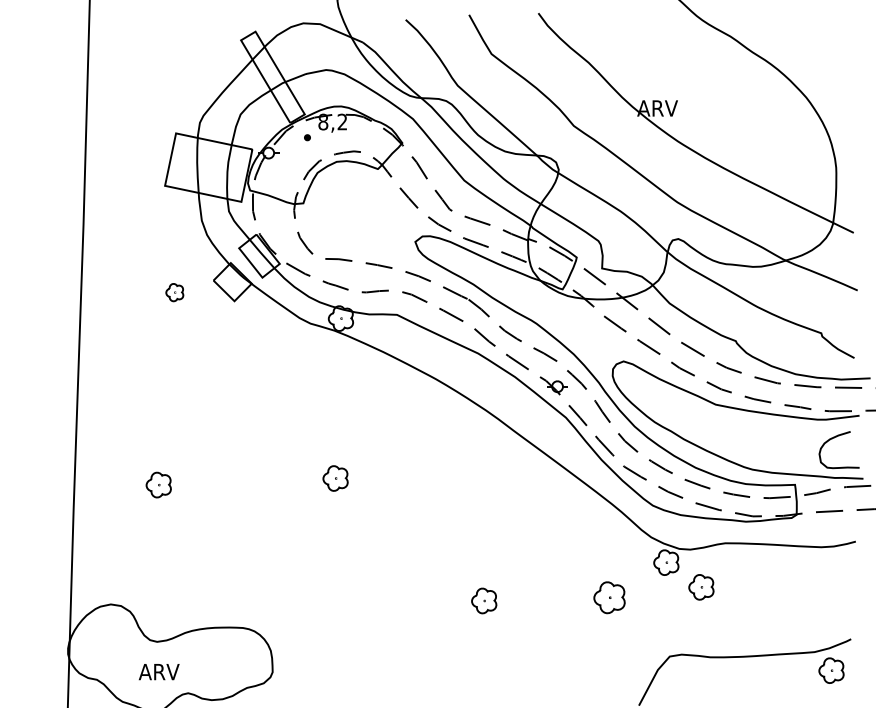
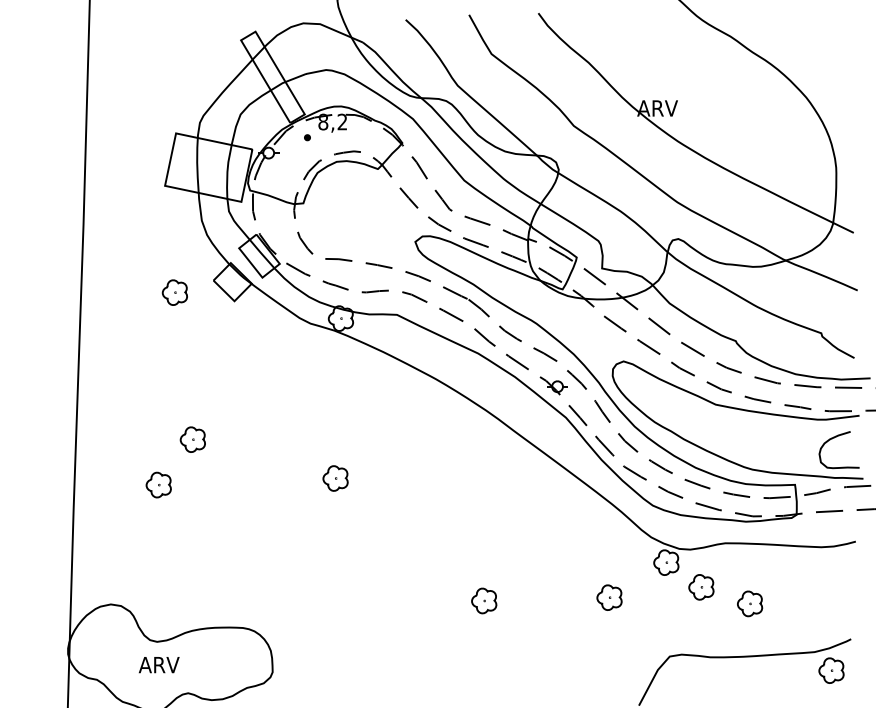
part at (174, 292) size: 20x20 px -> 27x27 px
part at (192, 439): none -> present
part at (609, 597) size: 33x34 px -> 27x27 px
part at (750, 603): none -> present
text at (158, 672) position: (158, 672) -> (158, 665)
